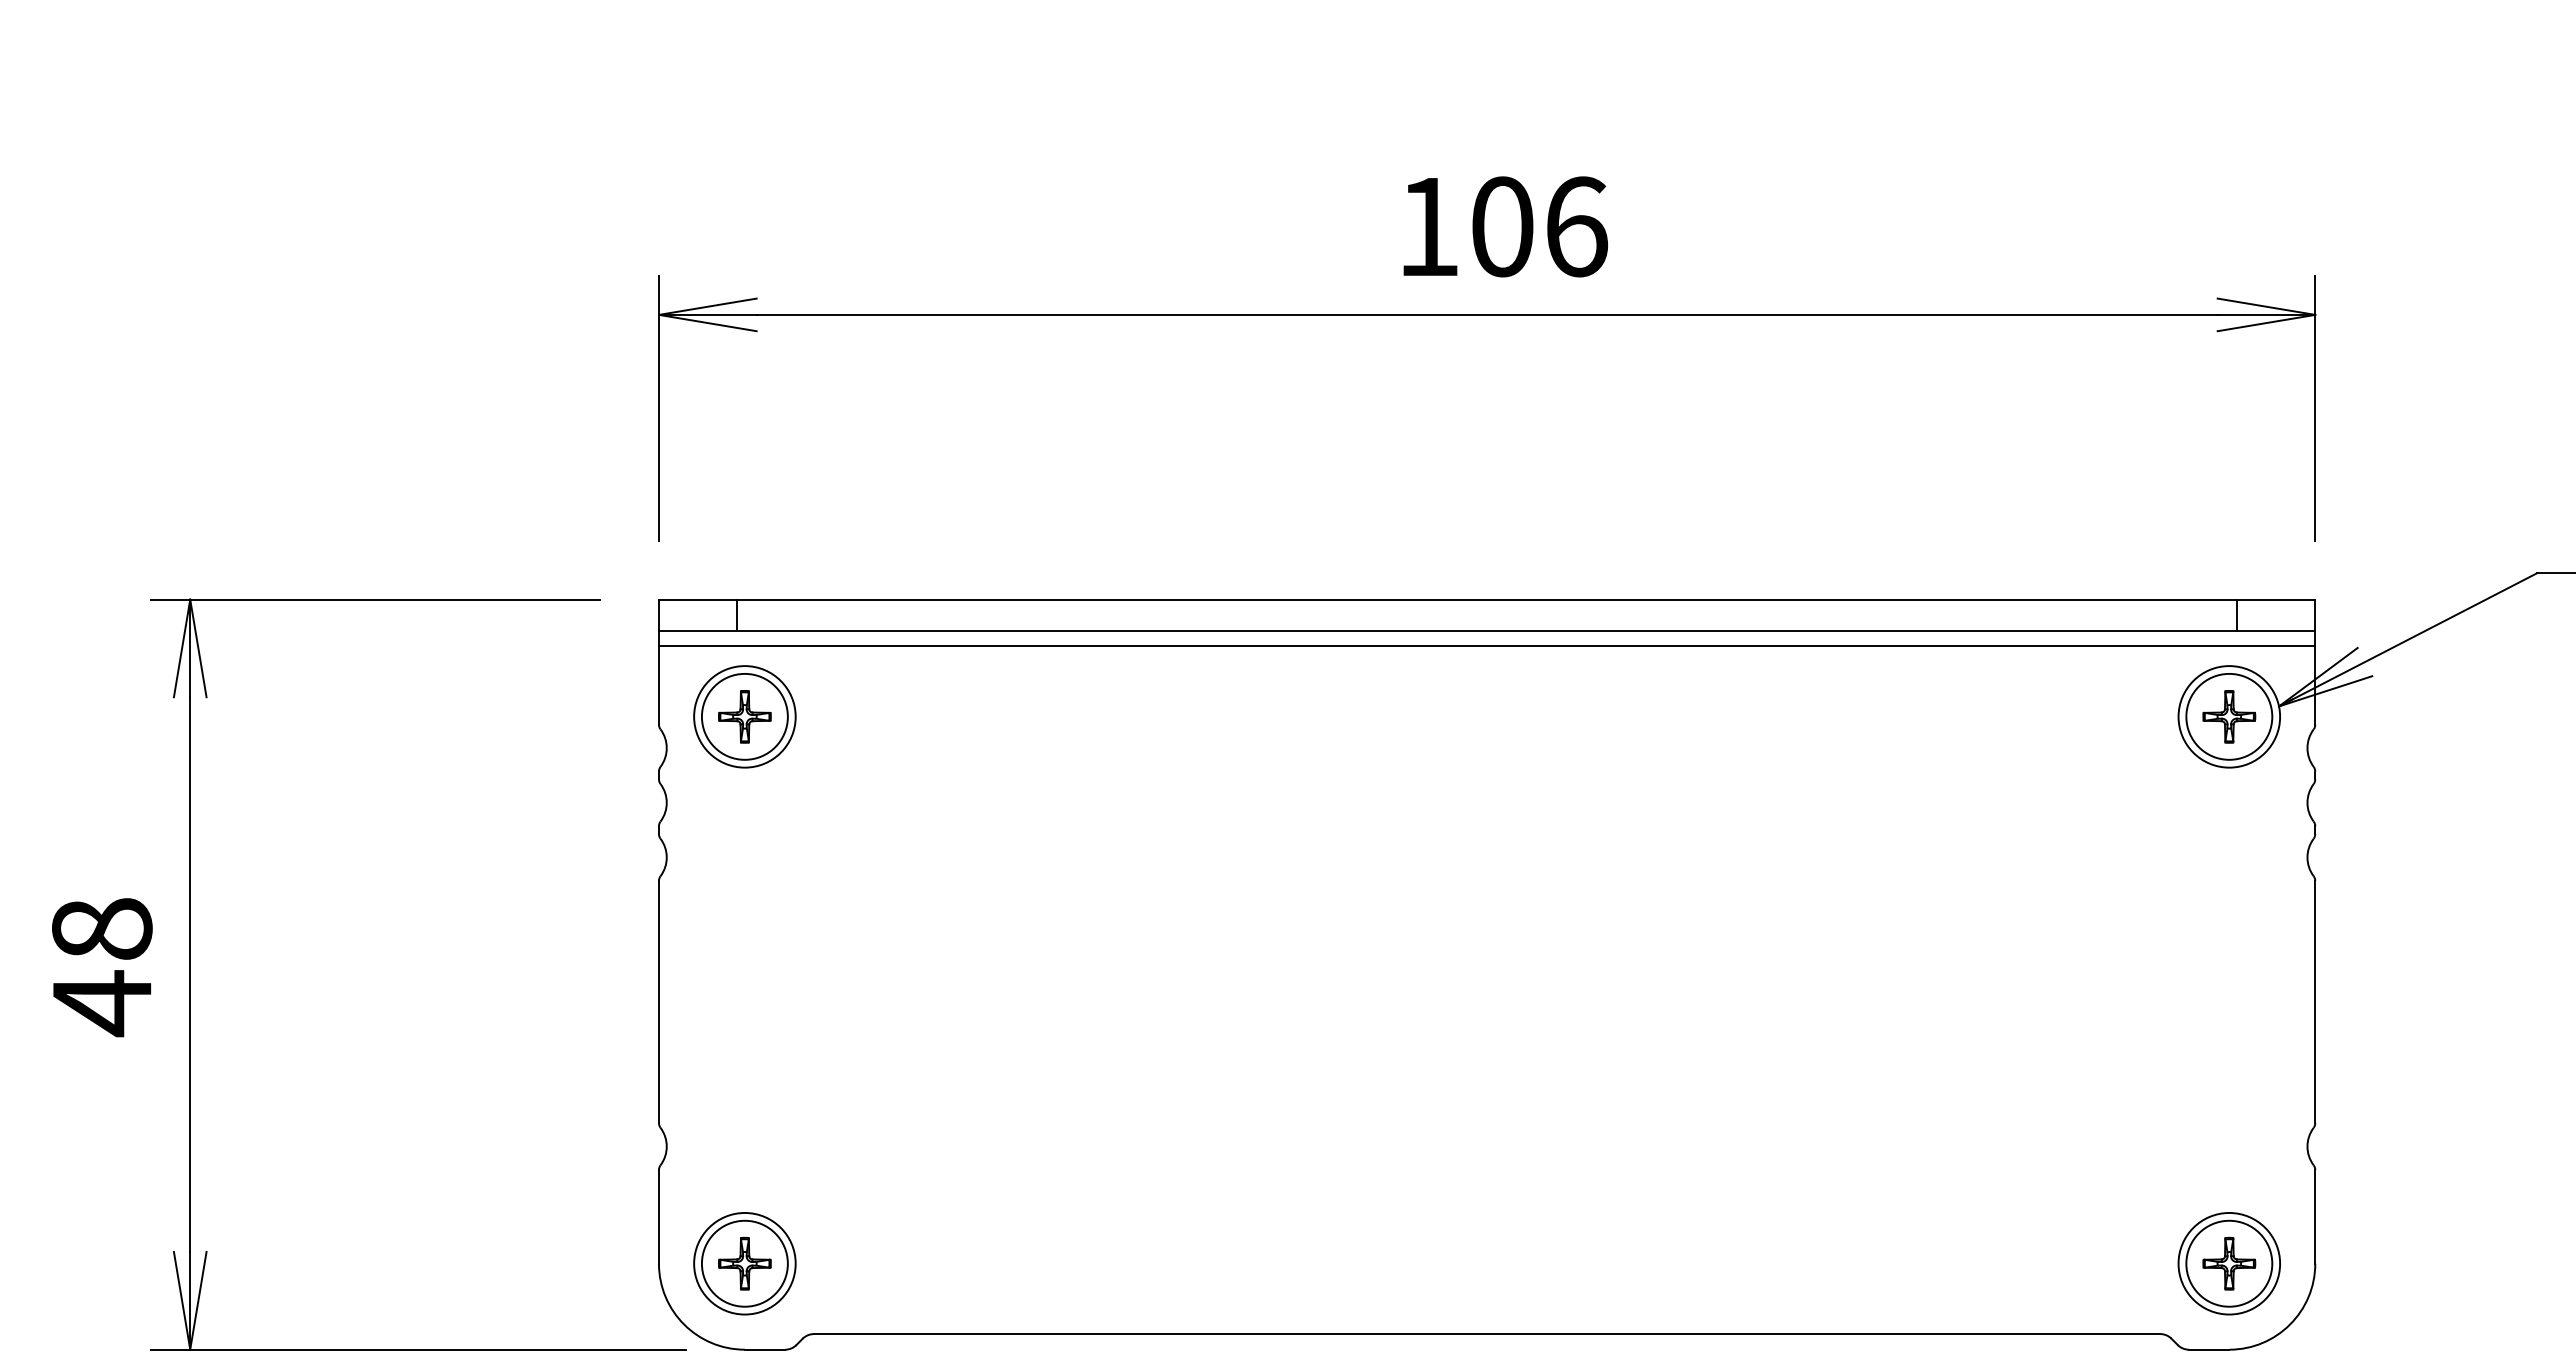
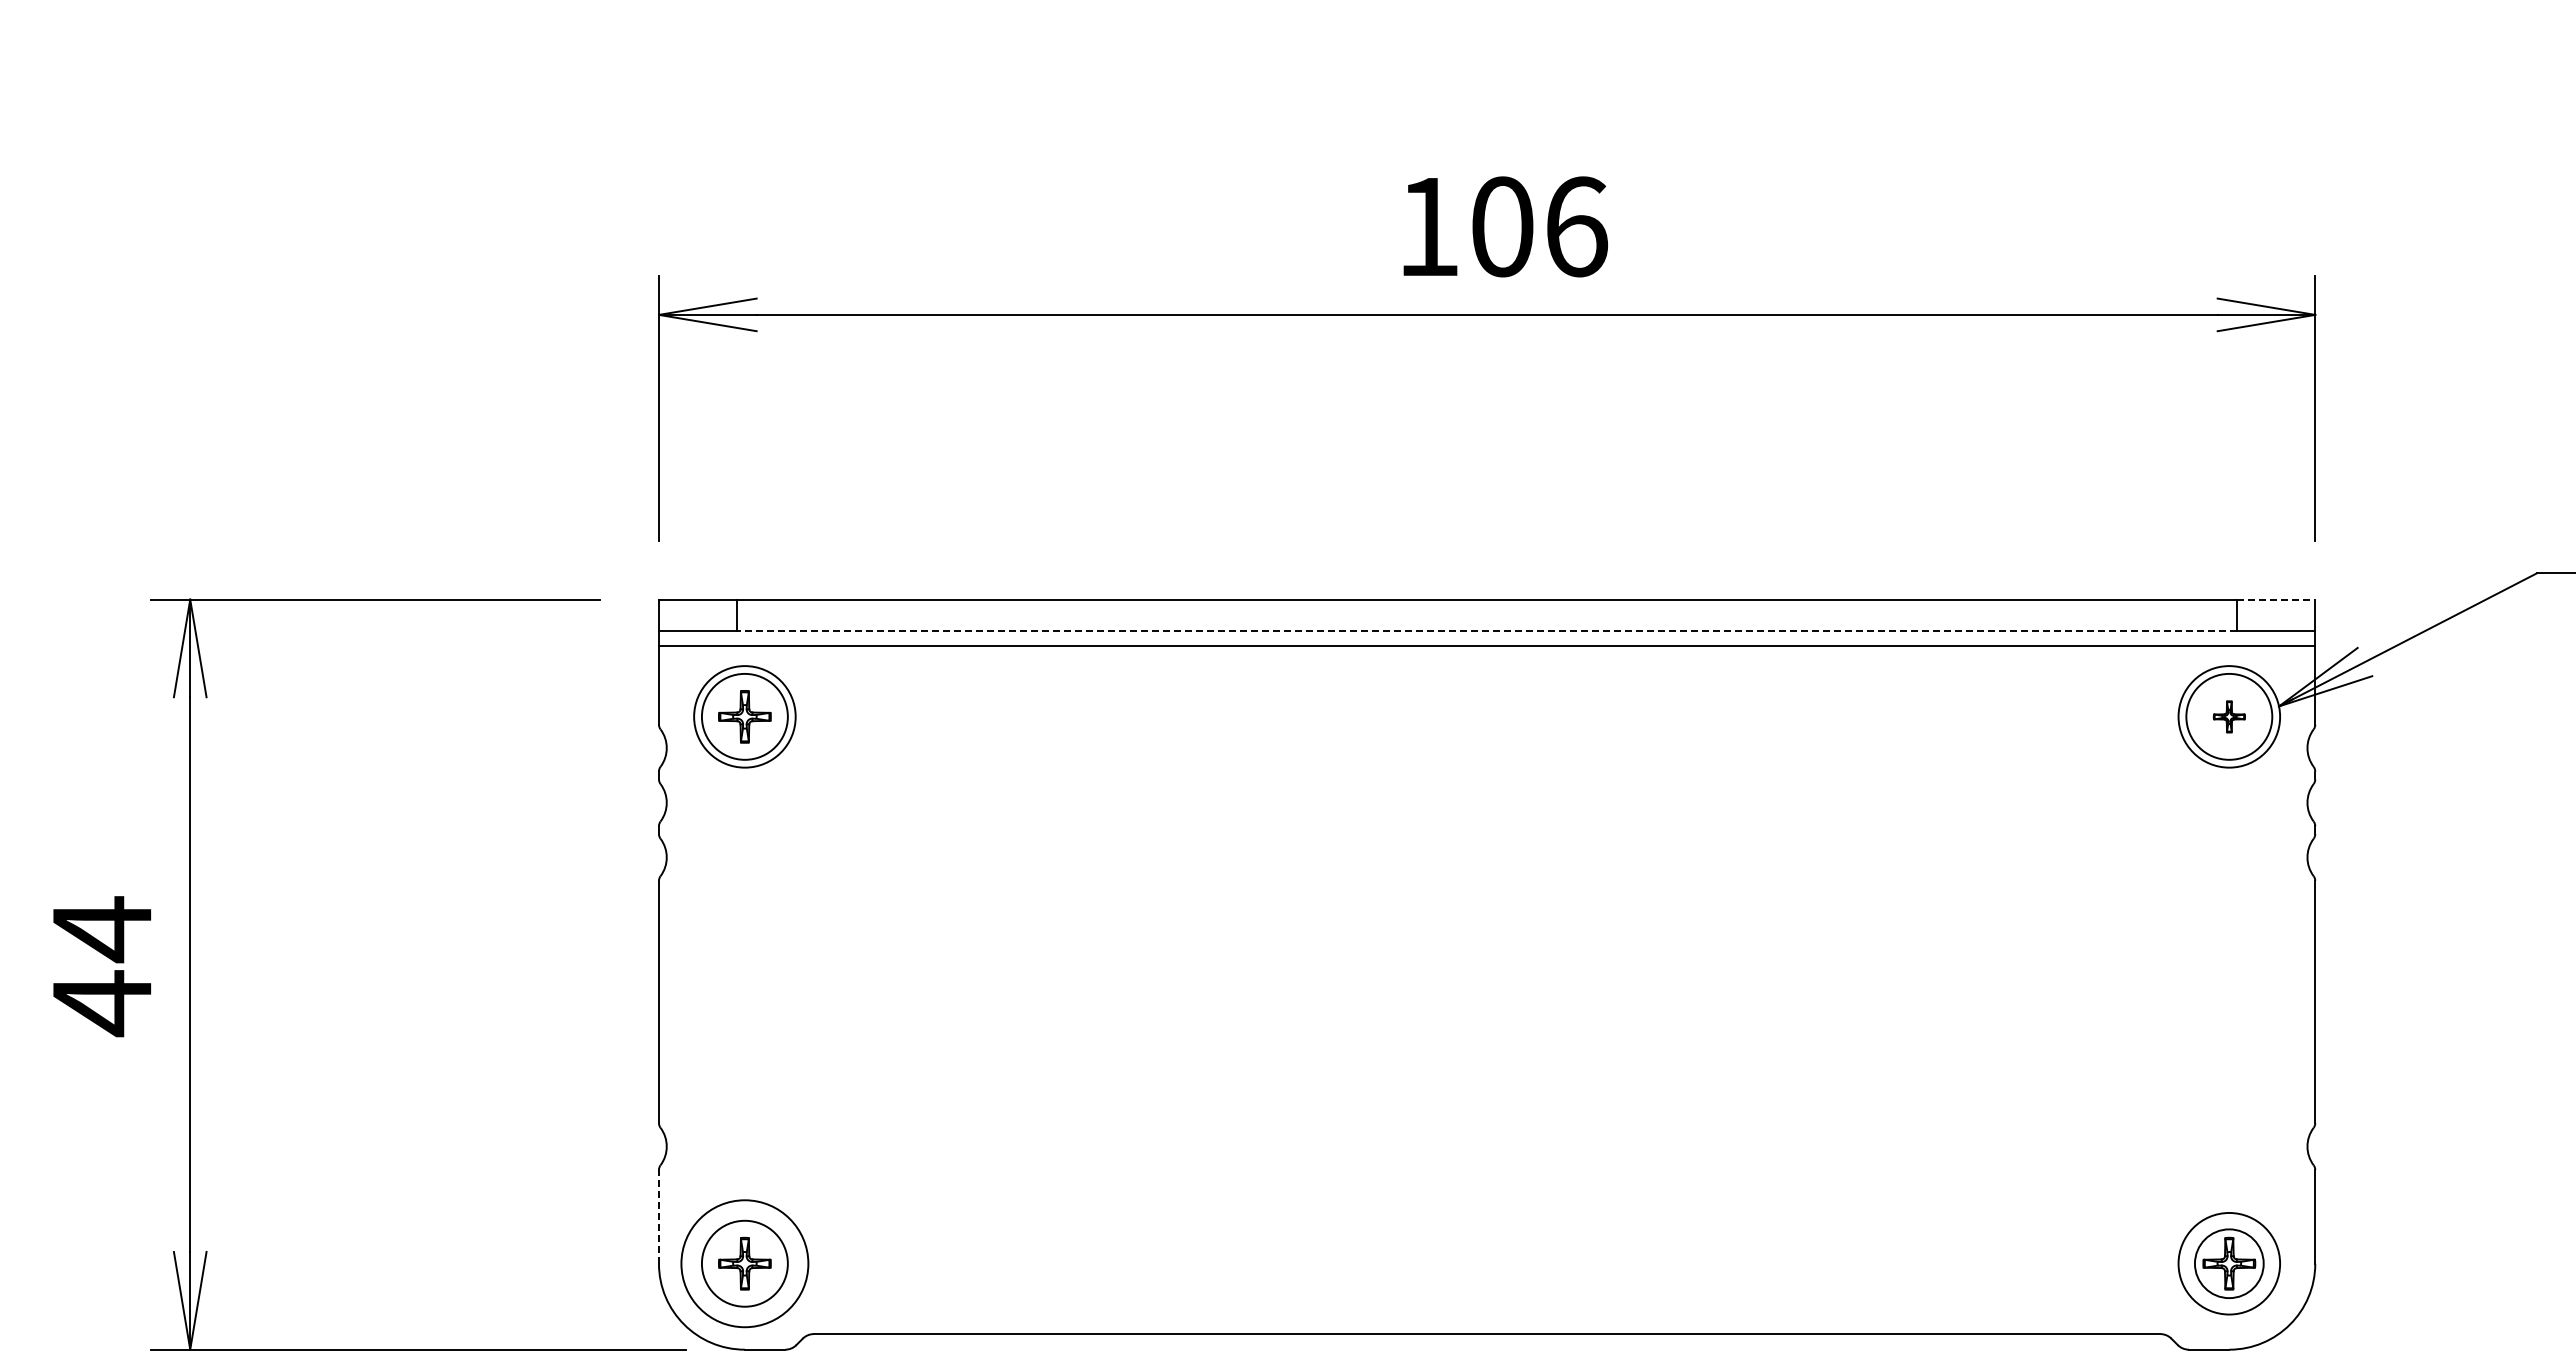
line at (2276, 599): solid -> dashed
line at (1486, 630): solid -> dashed
part at (2229, 716) size: 55x54 px -> 34x34 px
text at (102, 929): 48 -> 44
line at (658, 1216): solid -> dashed
circle at (744, 1263) diameter: 102 px -> 127 px
circle at (2229, 1263) diameter: 86 px -> 69 px
